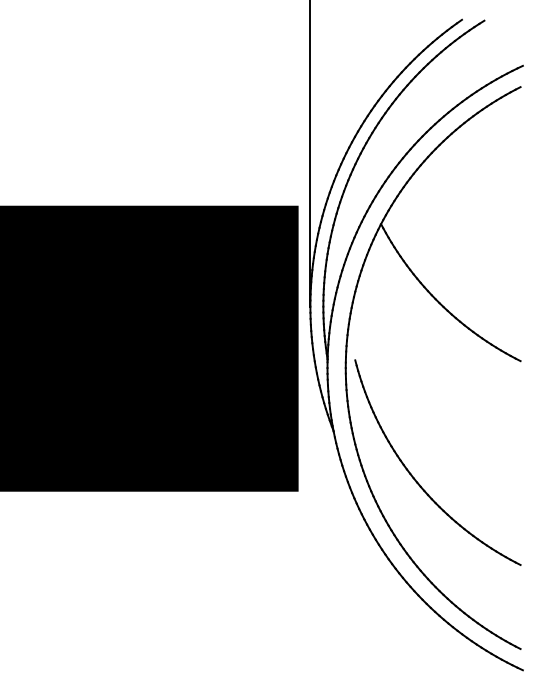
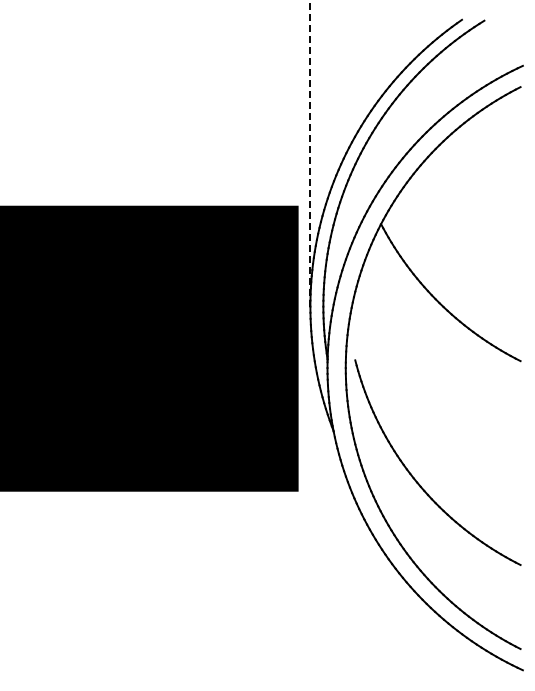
line at (310, 153): solid -> dashed
